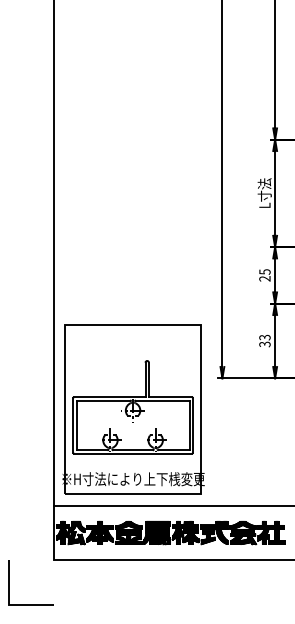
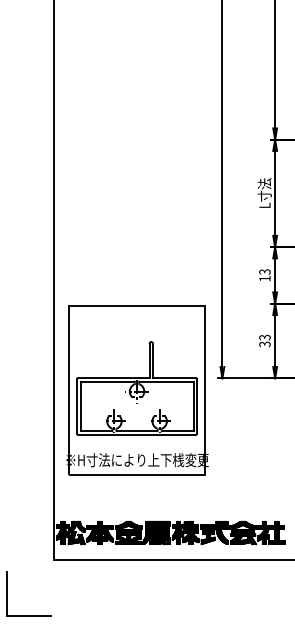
text at (264, 275): 25 -> 13
part at (133, 409) position: (133, 409) -> (137, 390)
line at (172, 505): present -> none
line at (9, 582) position: (9, 582) -> (7, 593)
